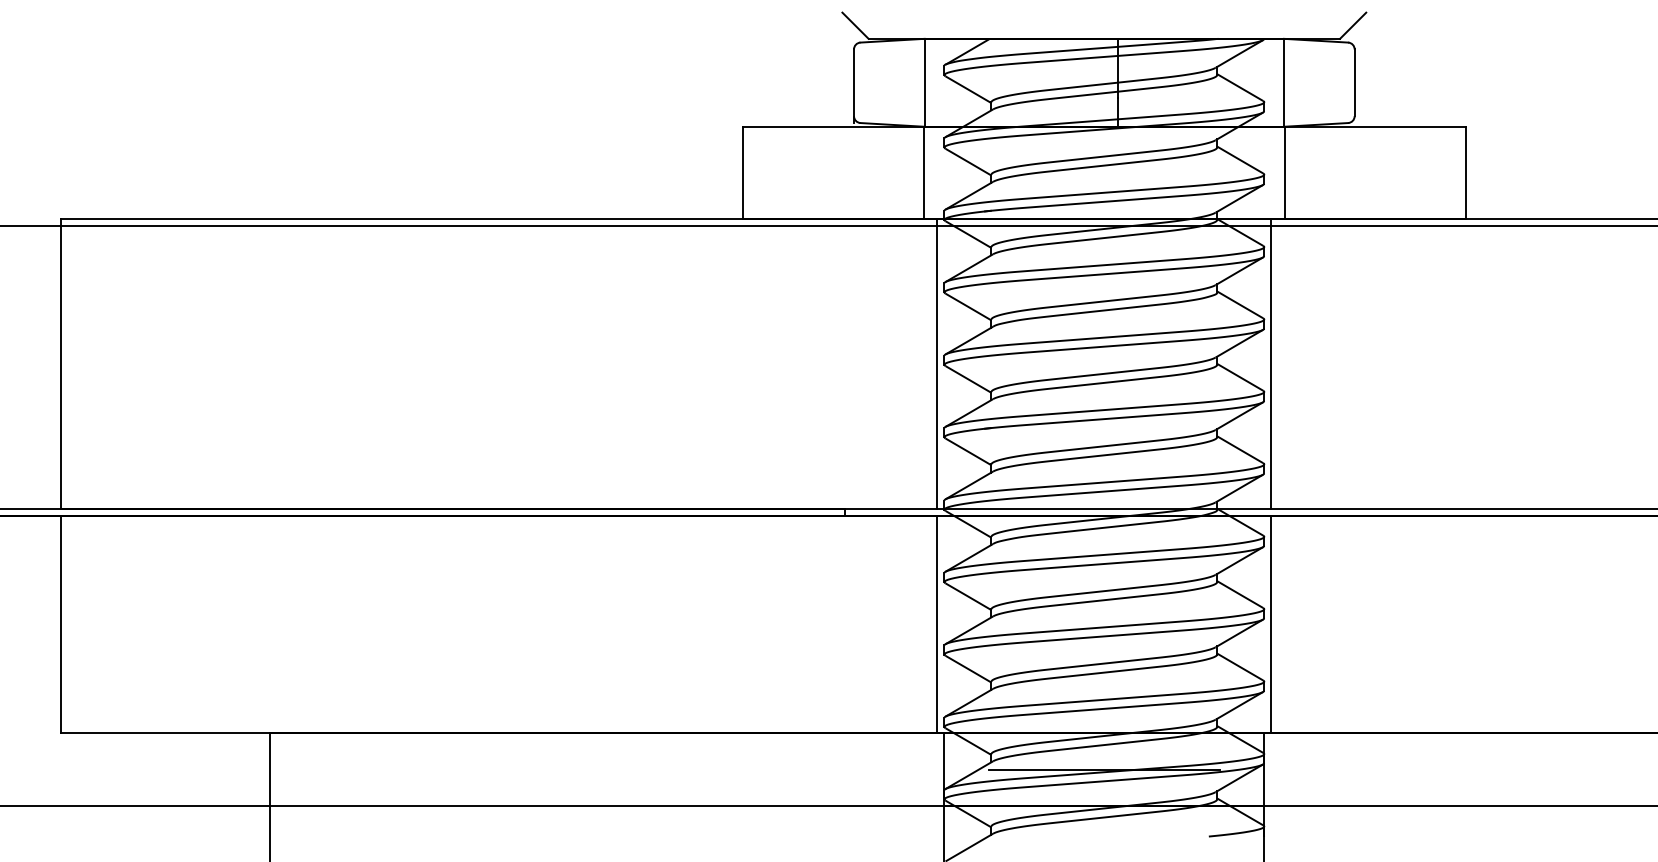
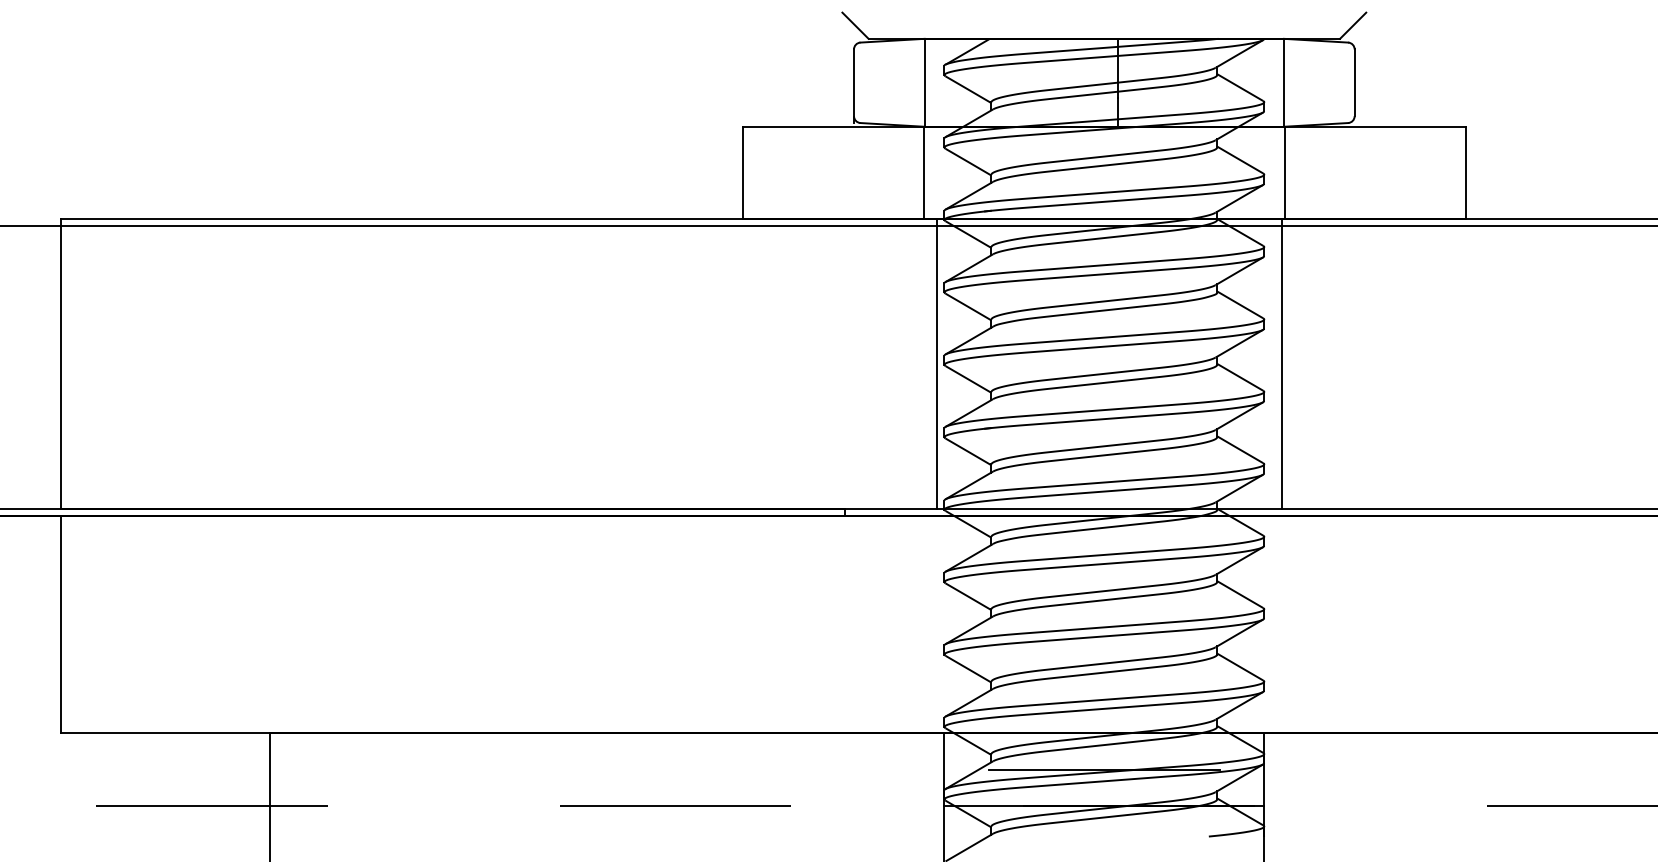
line at (1271, 364) position: (1271, 364) -> (1282, 364)
line at (937, 624): present -> none
line at (1271, 624): present -> none
line at (829, 805): solid -> dashed
